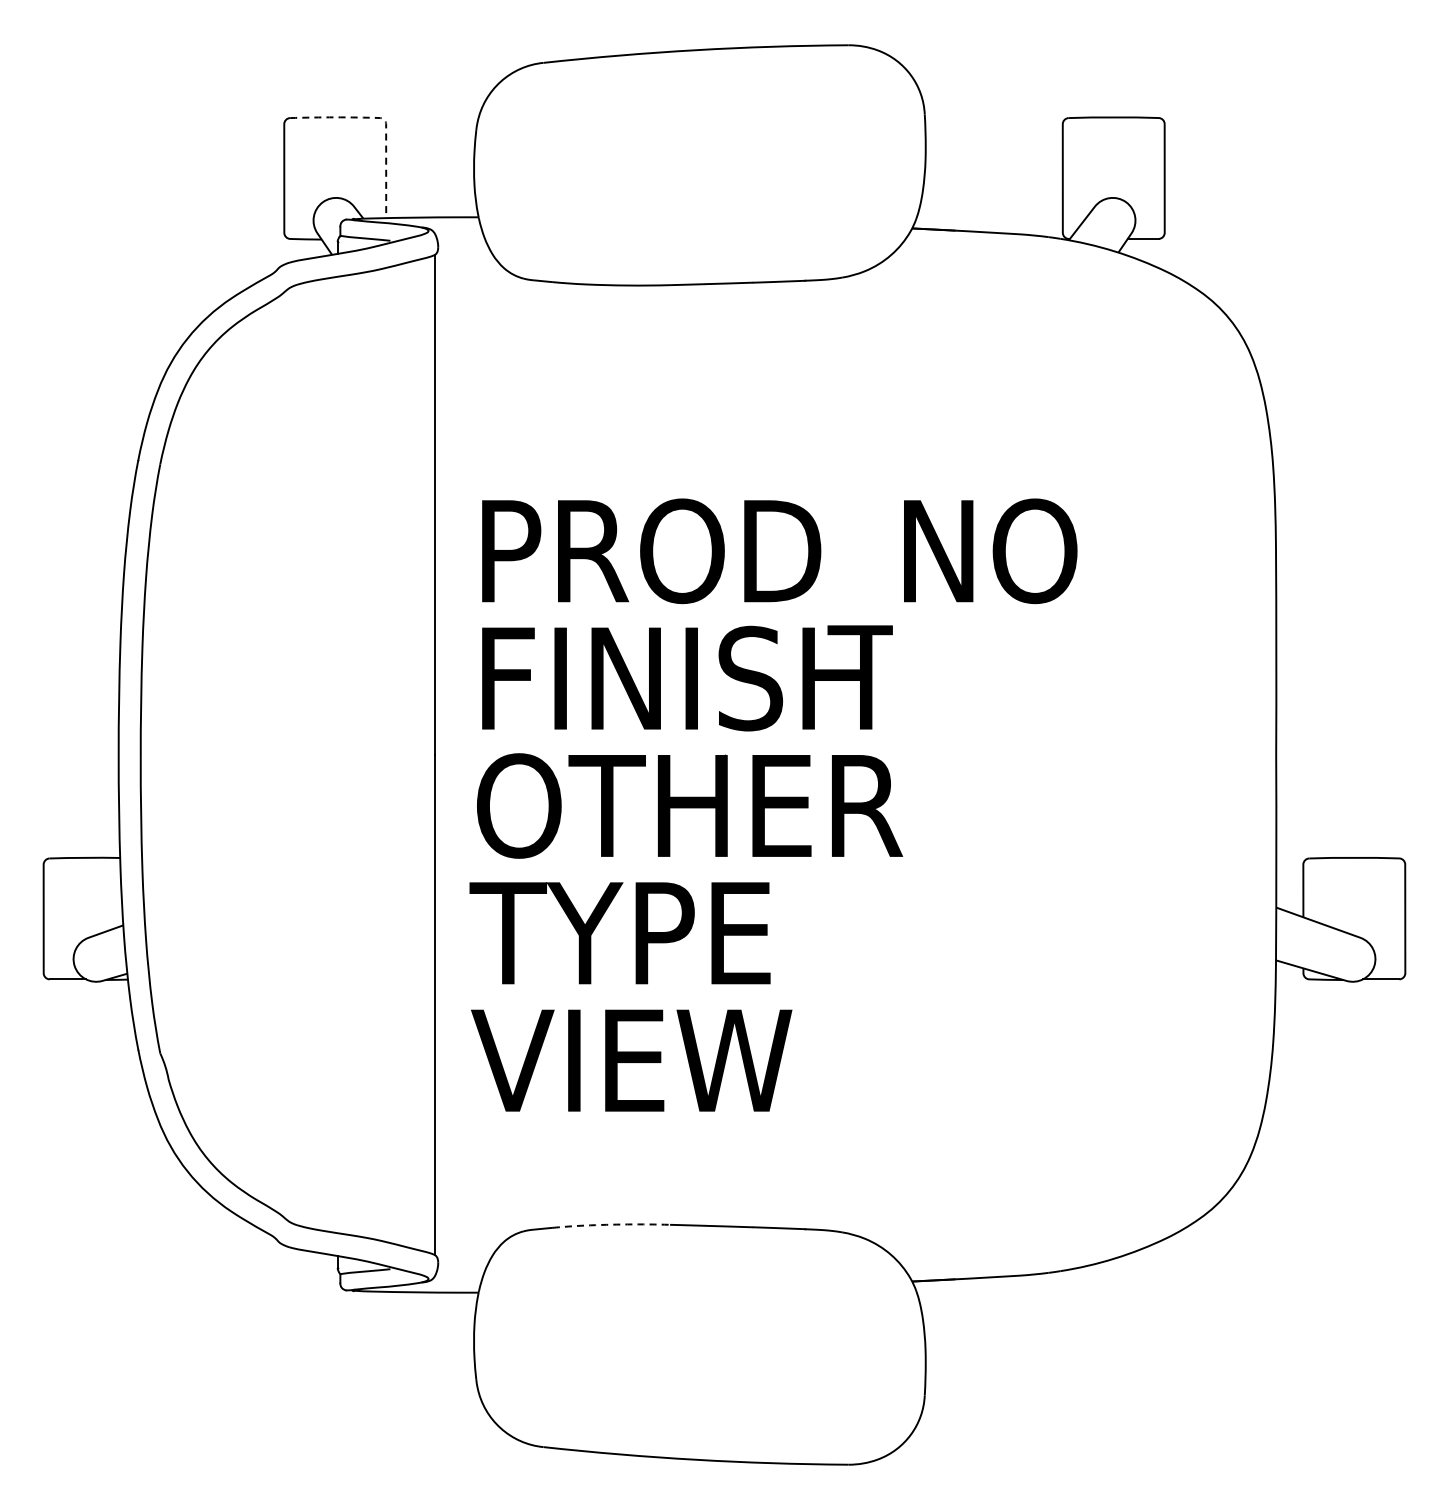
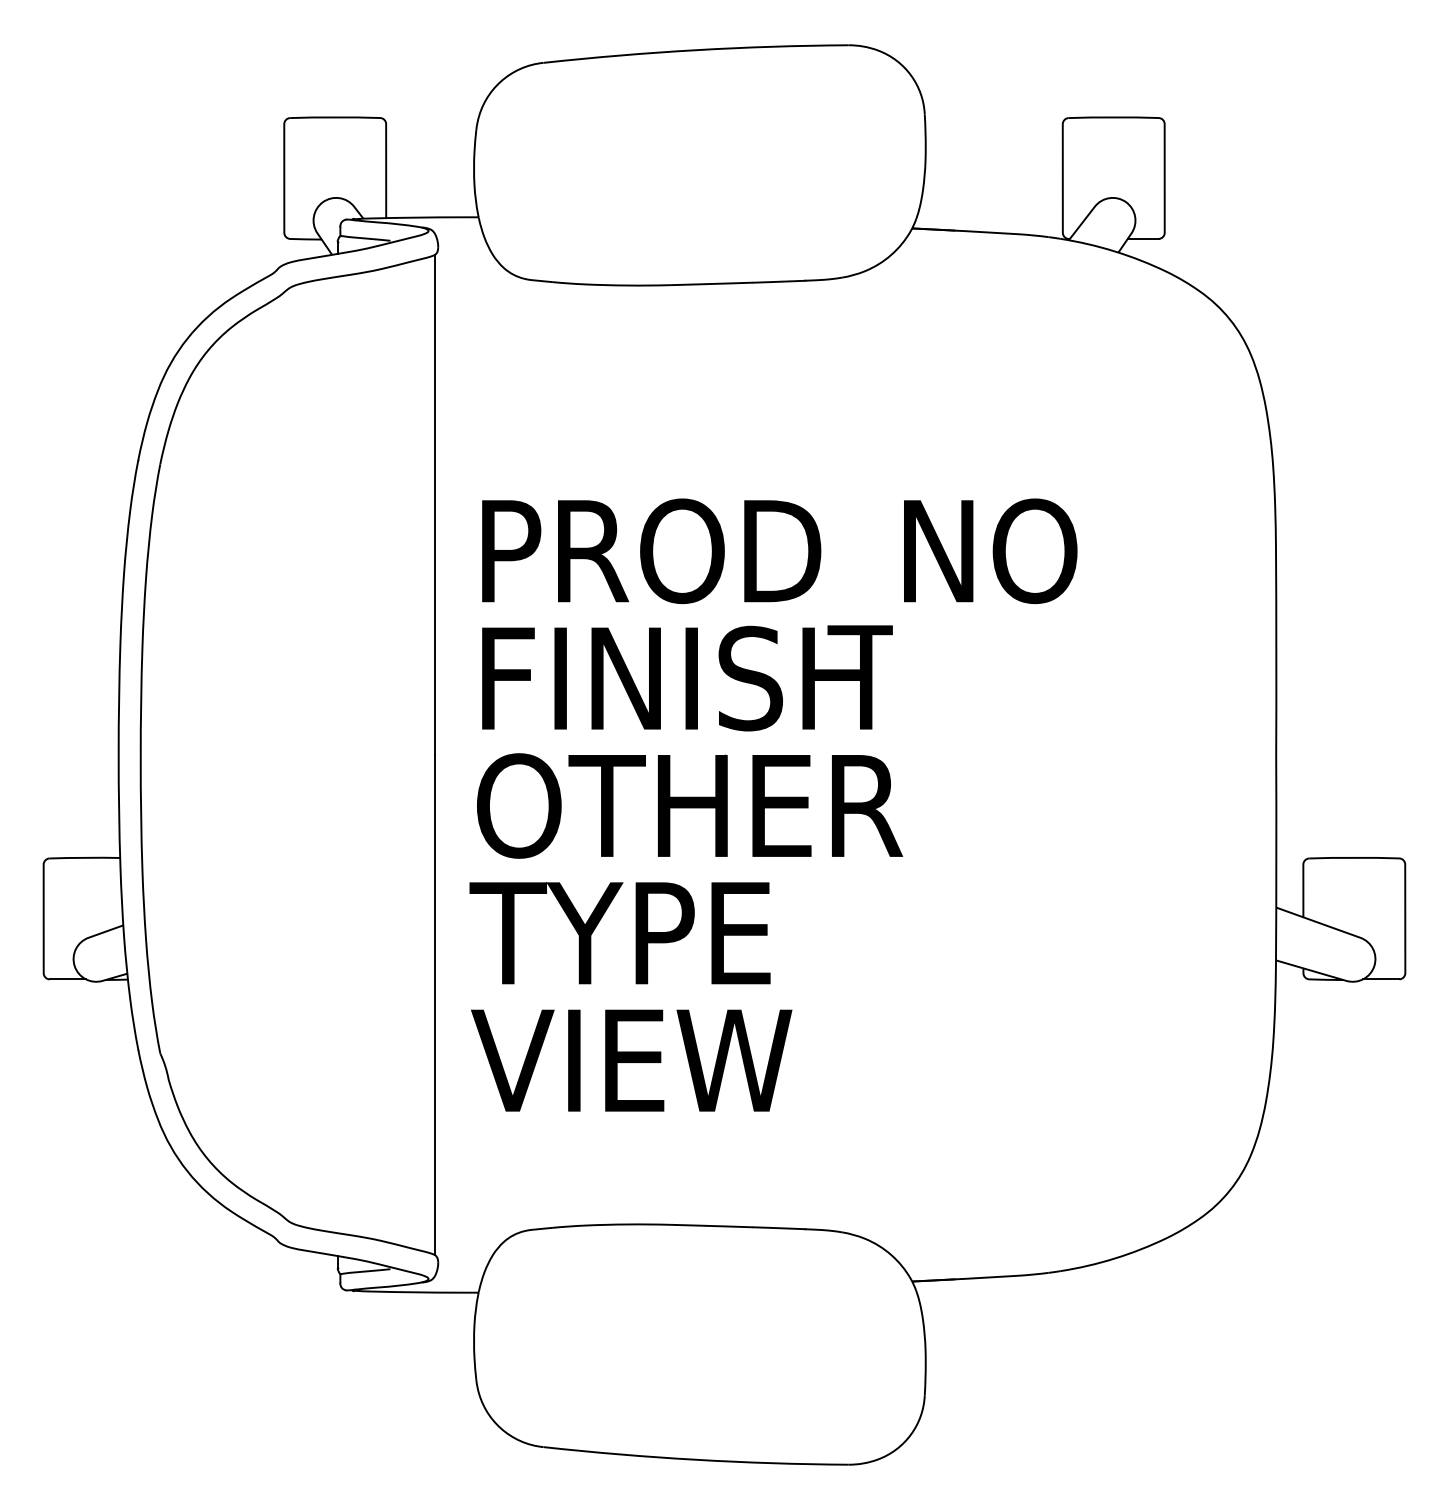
line at (384, 119): dashed -> solid
line at (609, 1224): dashed -> solid
